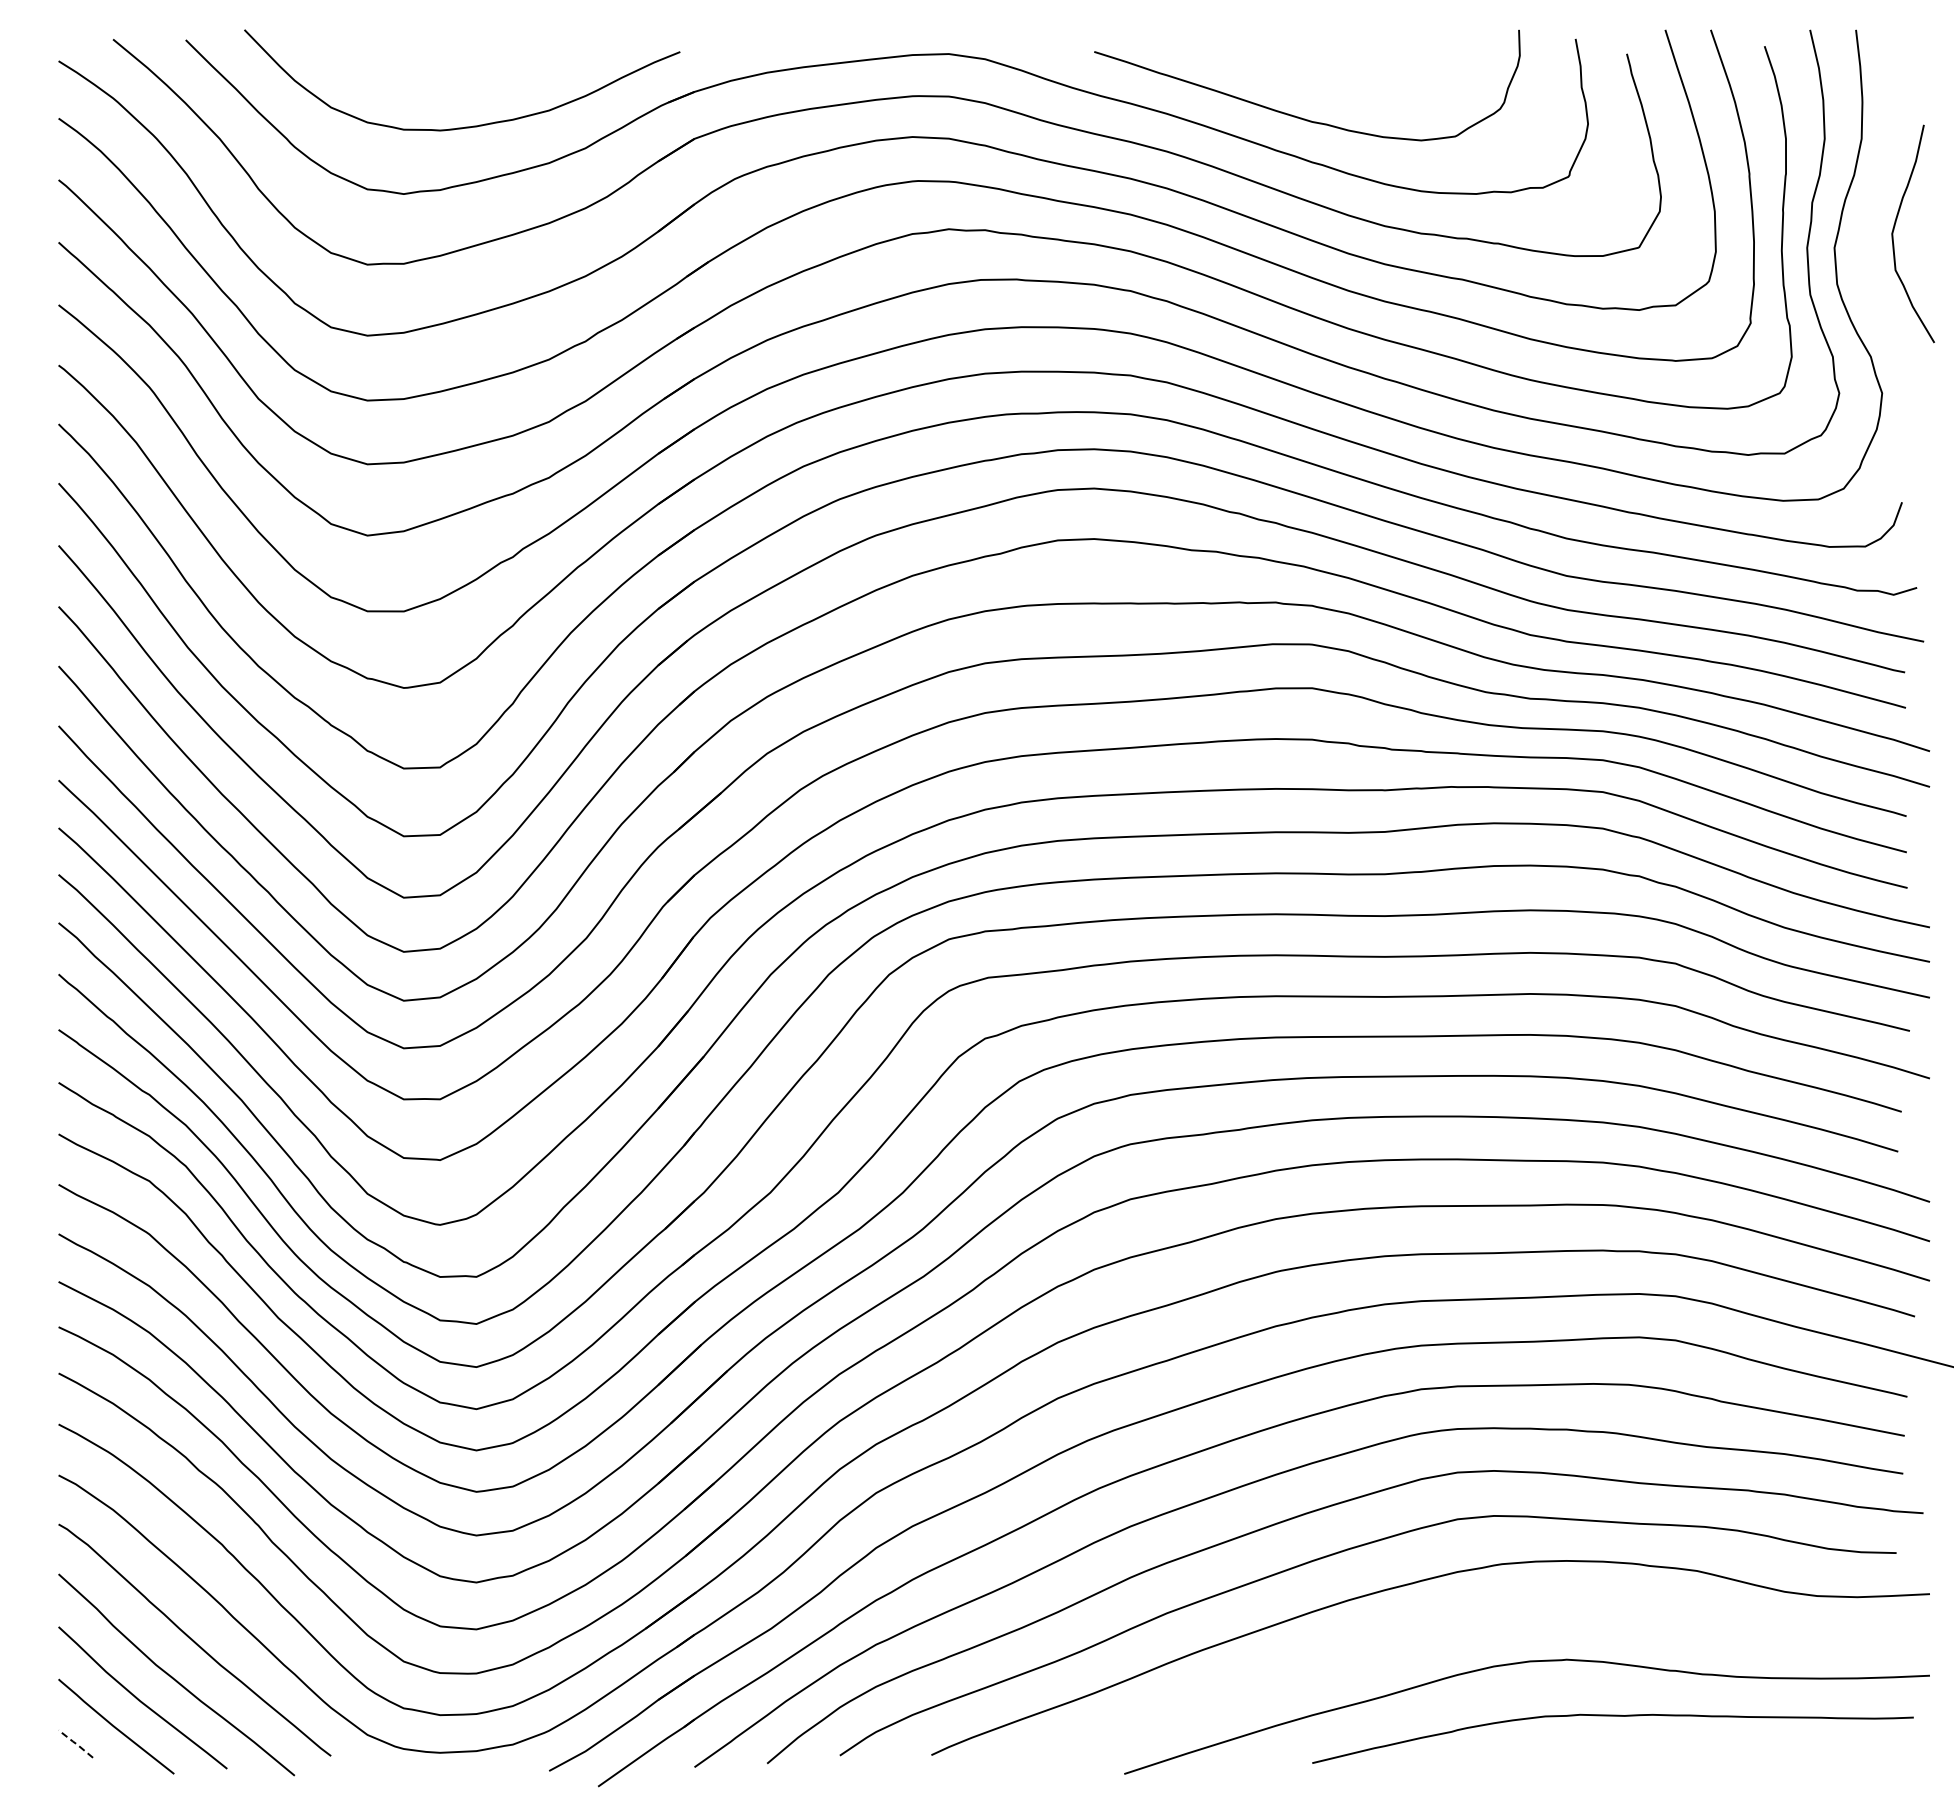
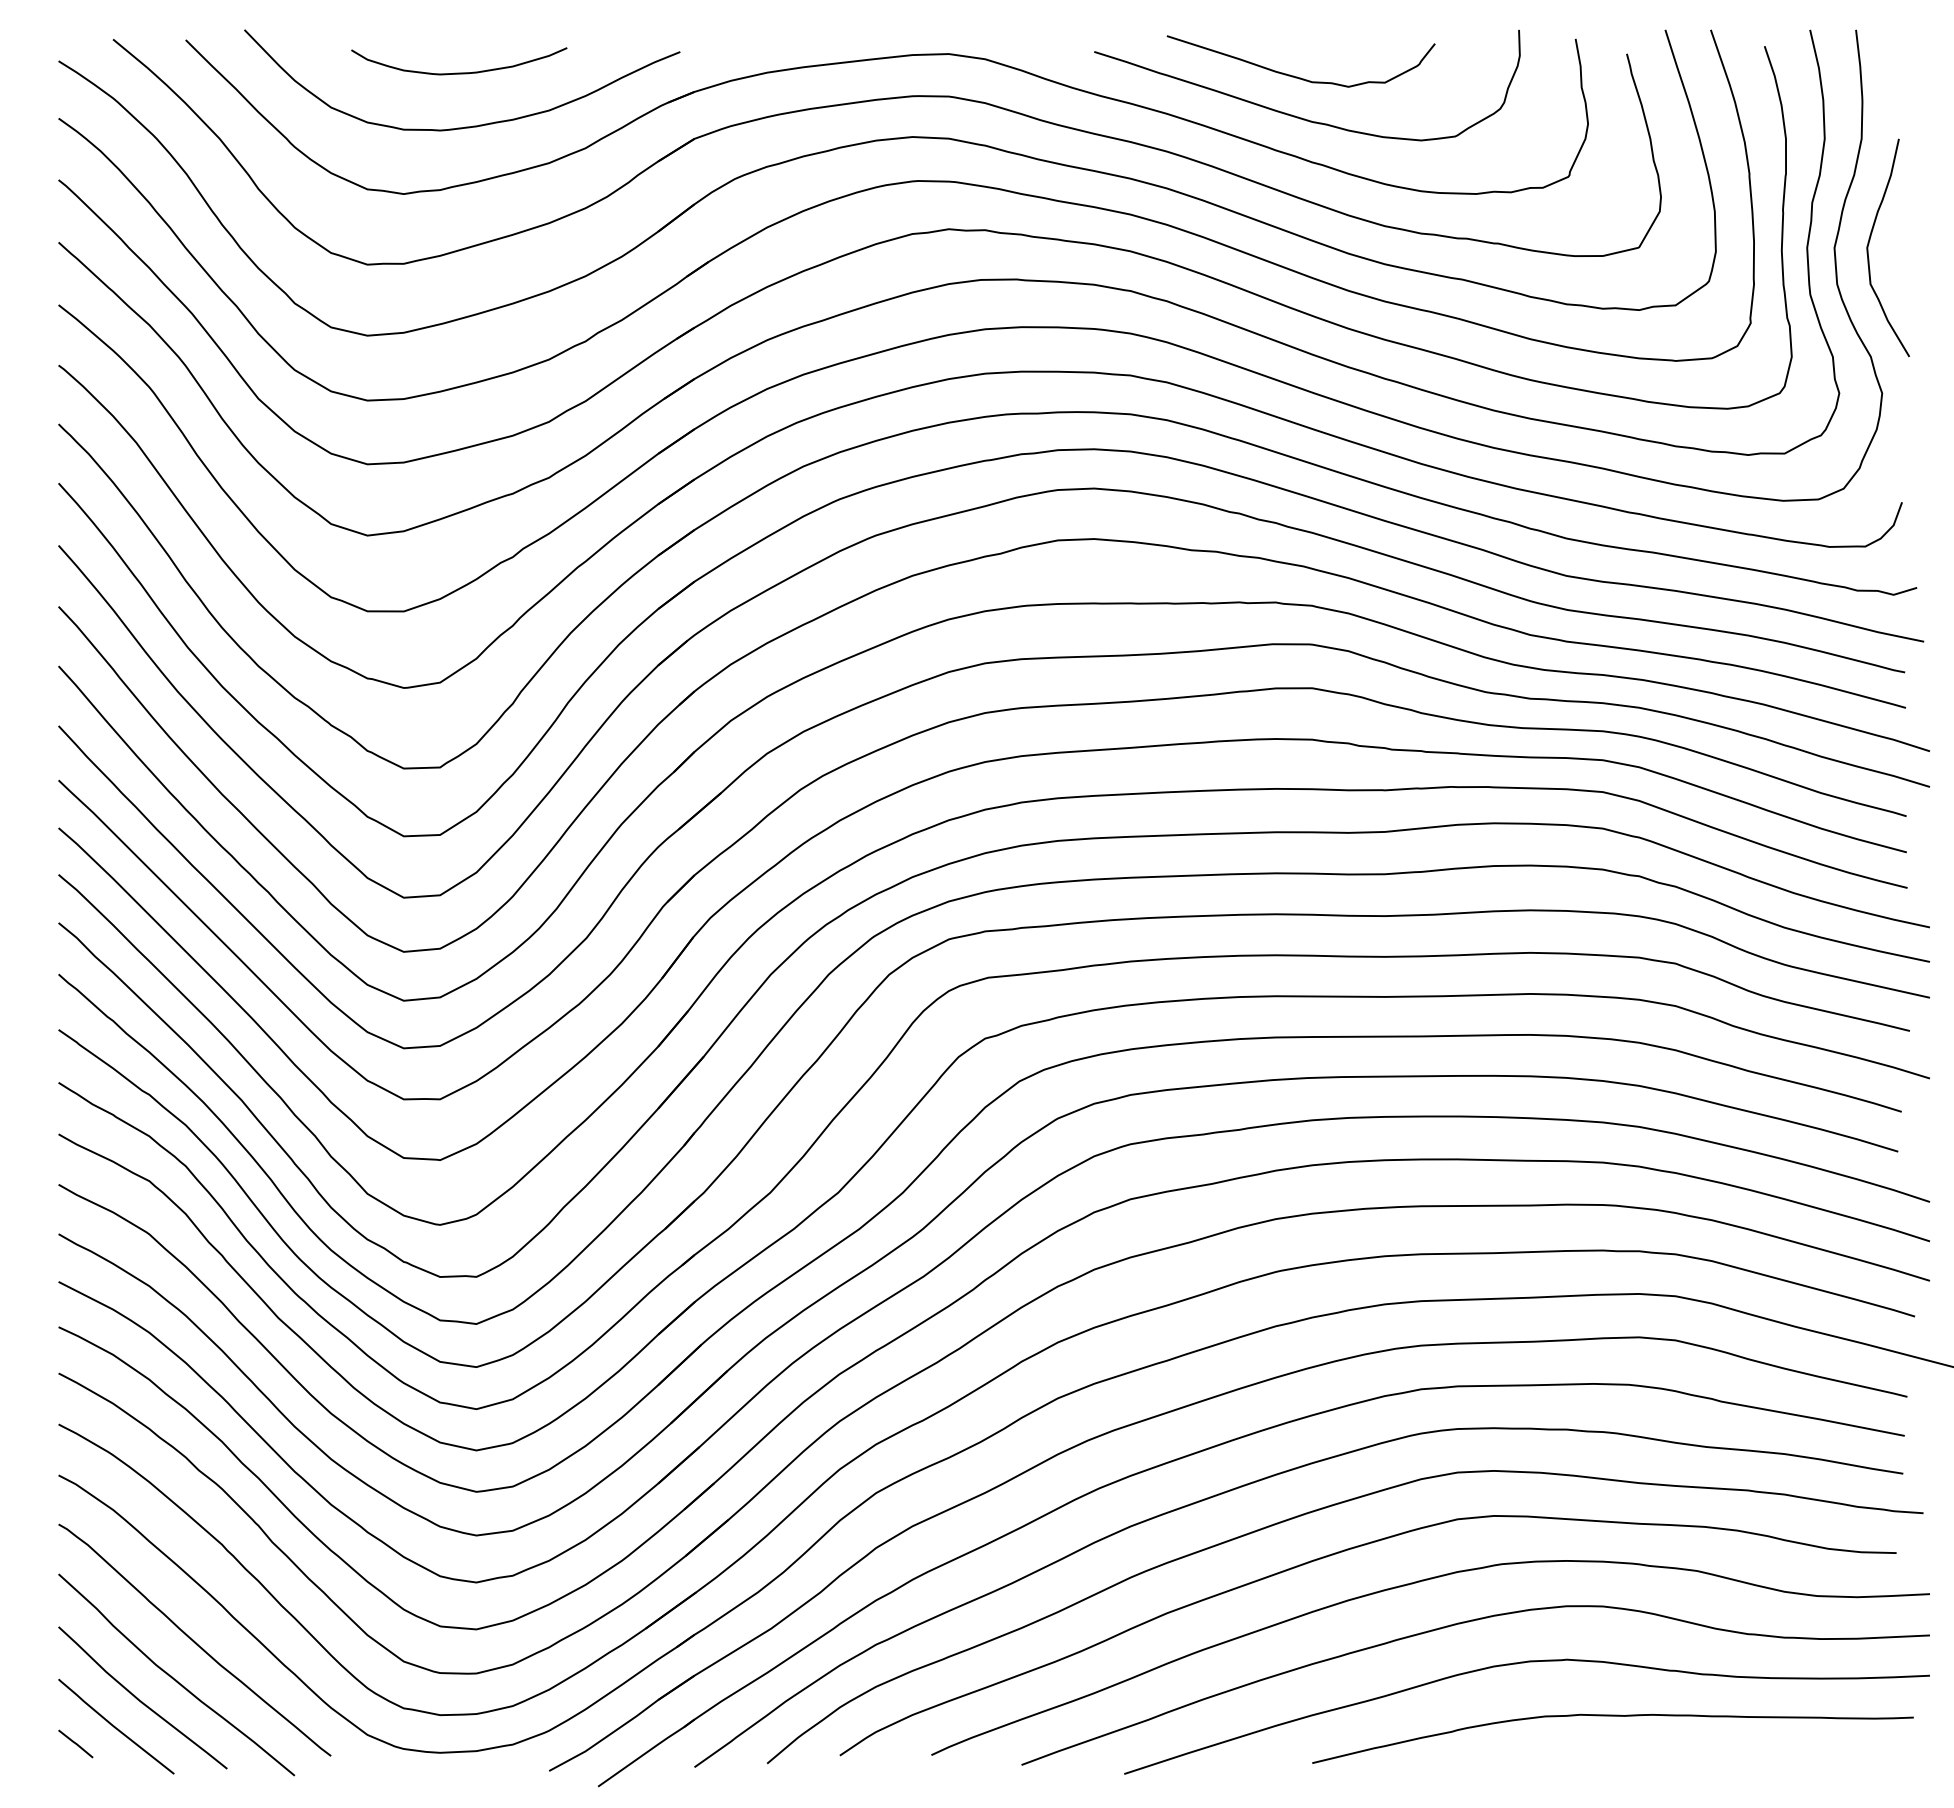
curve at (459, 72): none -> present
curve at (1297, 76): none -> present
curve at (1894, 230) position: (1894, 230) -> (1869, 244)
curve at (1460, 1624): none -> present
line at (76, 1743): dashed -> solid
